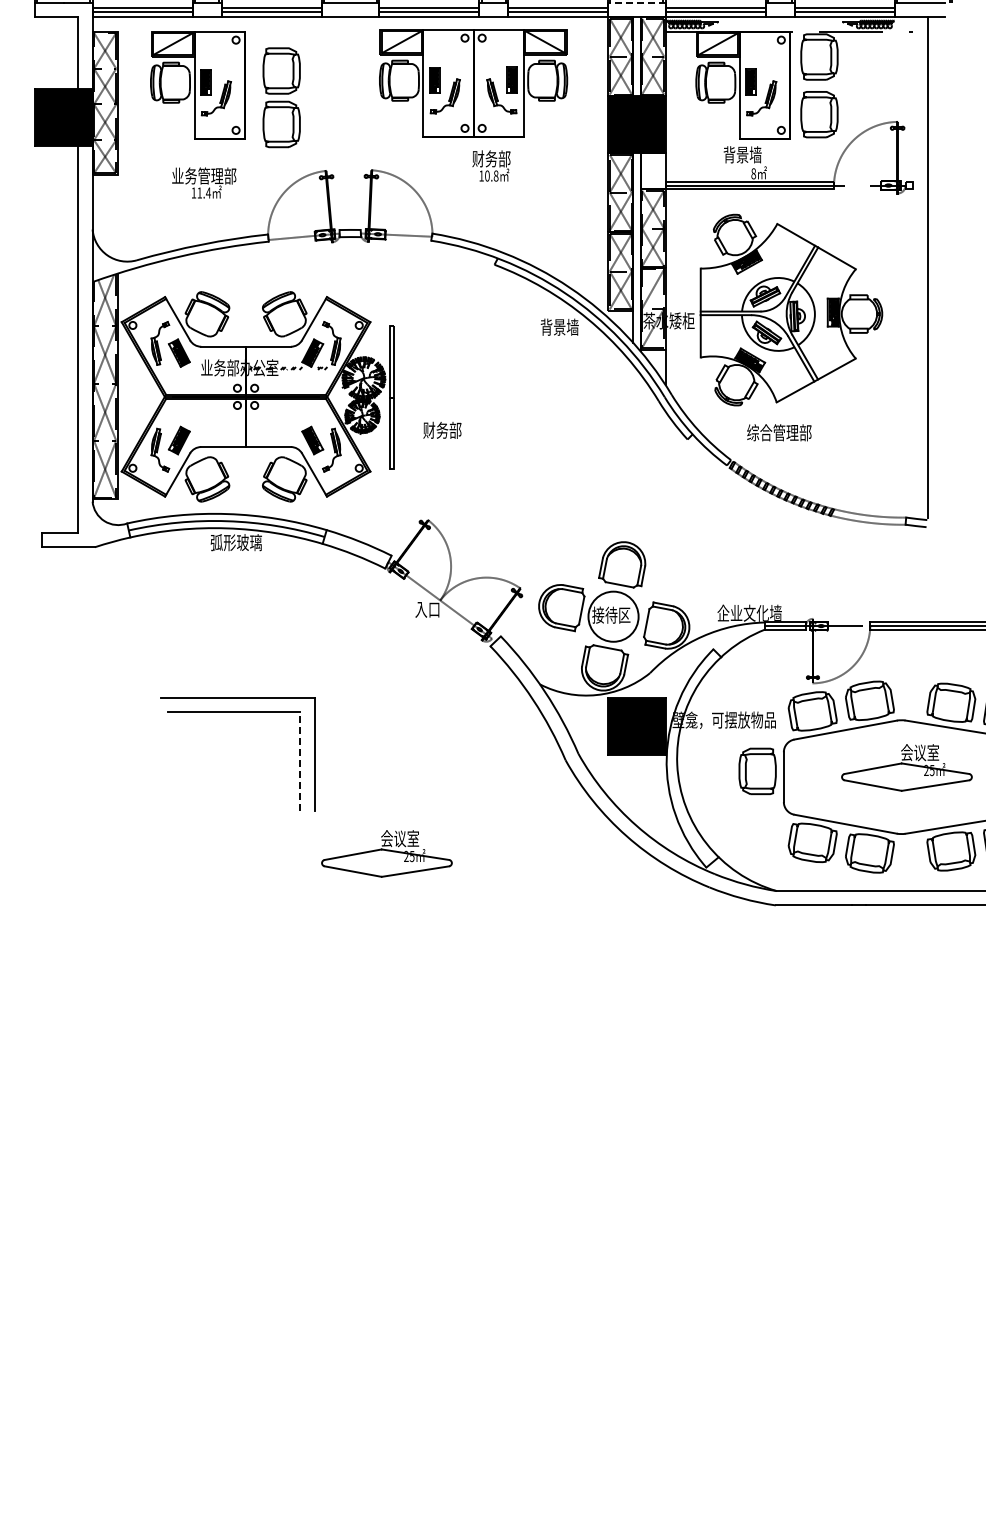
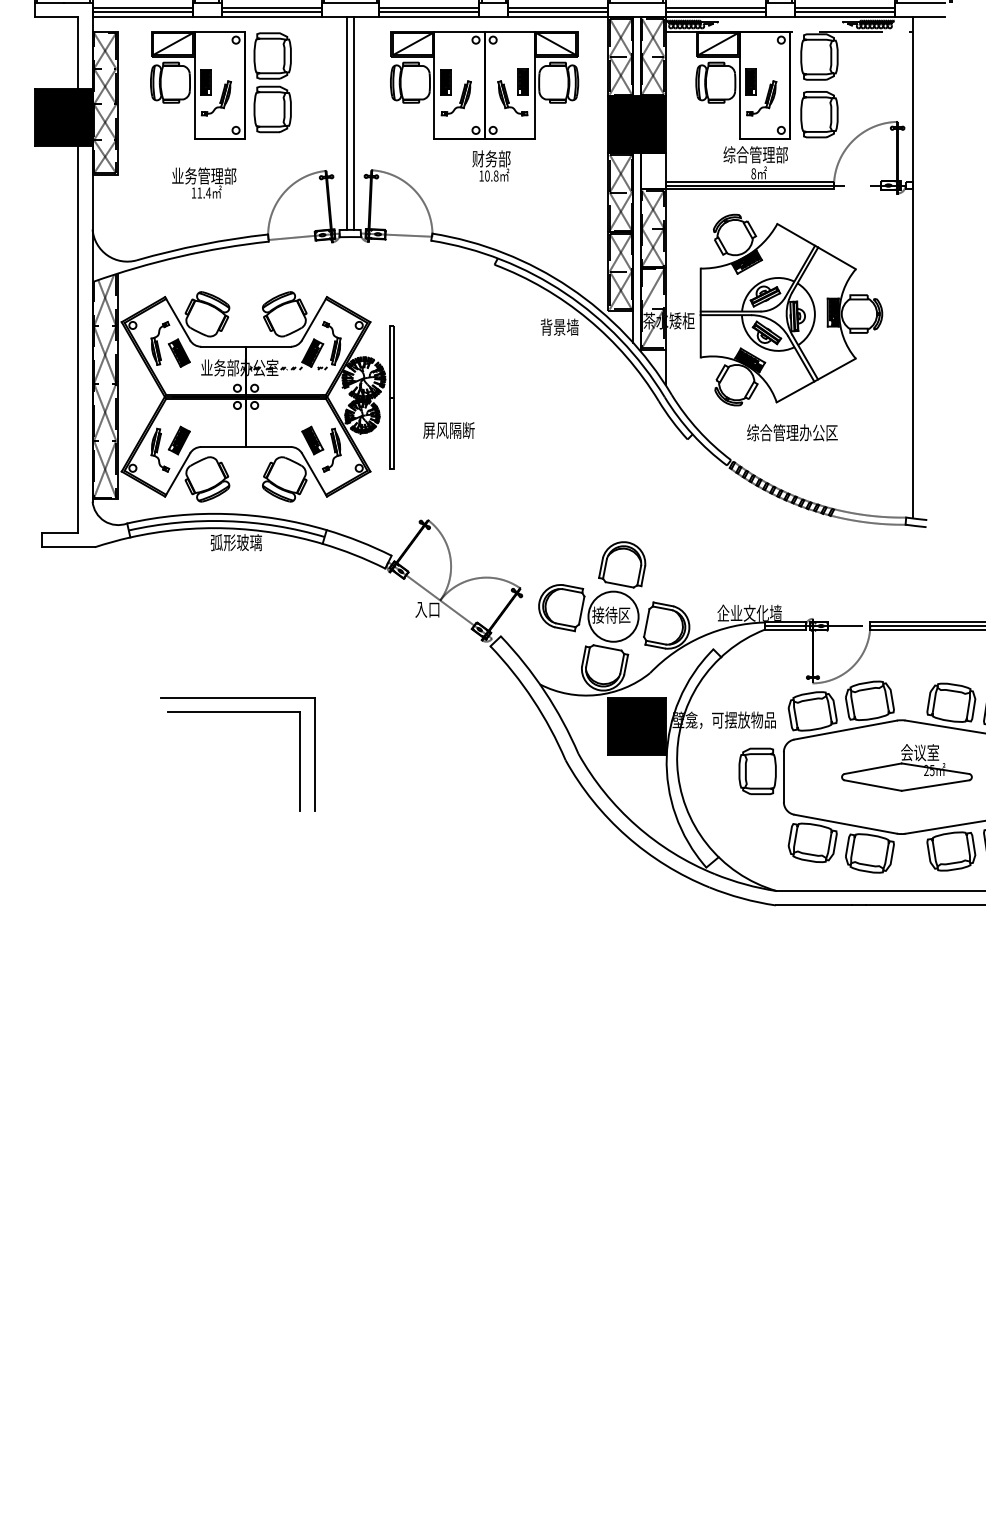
line at (636, 2): dashed -> solid
part at (473, 83) position: (473, 83) -> (484, 85)
part at (281, 97) position: (281, 97) -> (272, 82)
line at (346, 123): none -> present
line at (354, 123): none -> present
text at (755, 154): 背景墙 -> 综合管理部
line at (927, 267) position: (927, 267) -> (912, 267)
text at (448, 429): 财务部 -> 屏风隔断
text at (818, 432): 综合管理部 -> 综合管理办公区
line at (300, 761): dashed -> solid
part at (386, 853): present -> none
